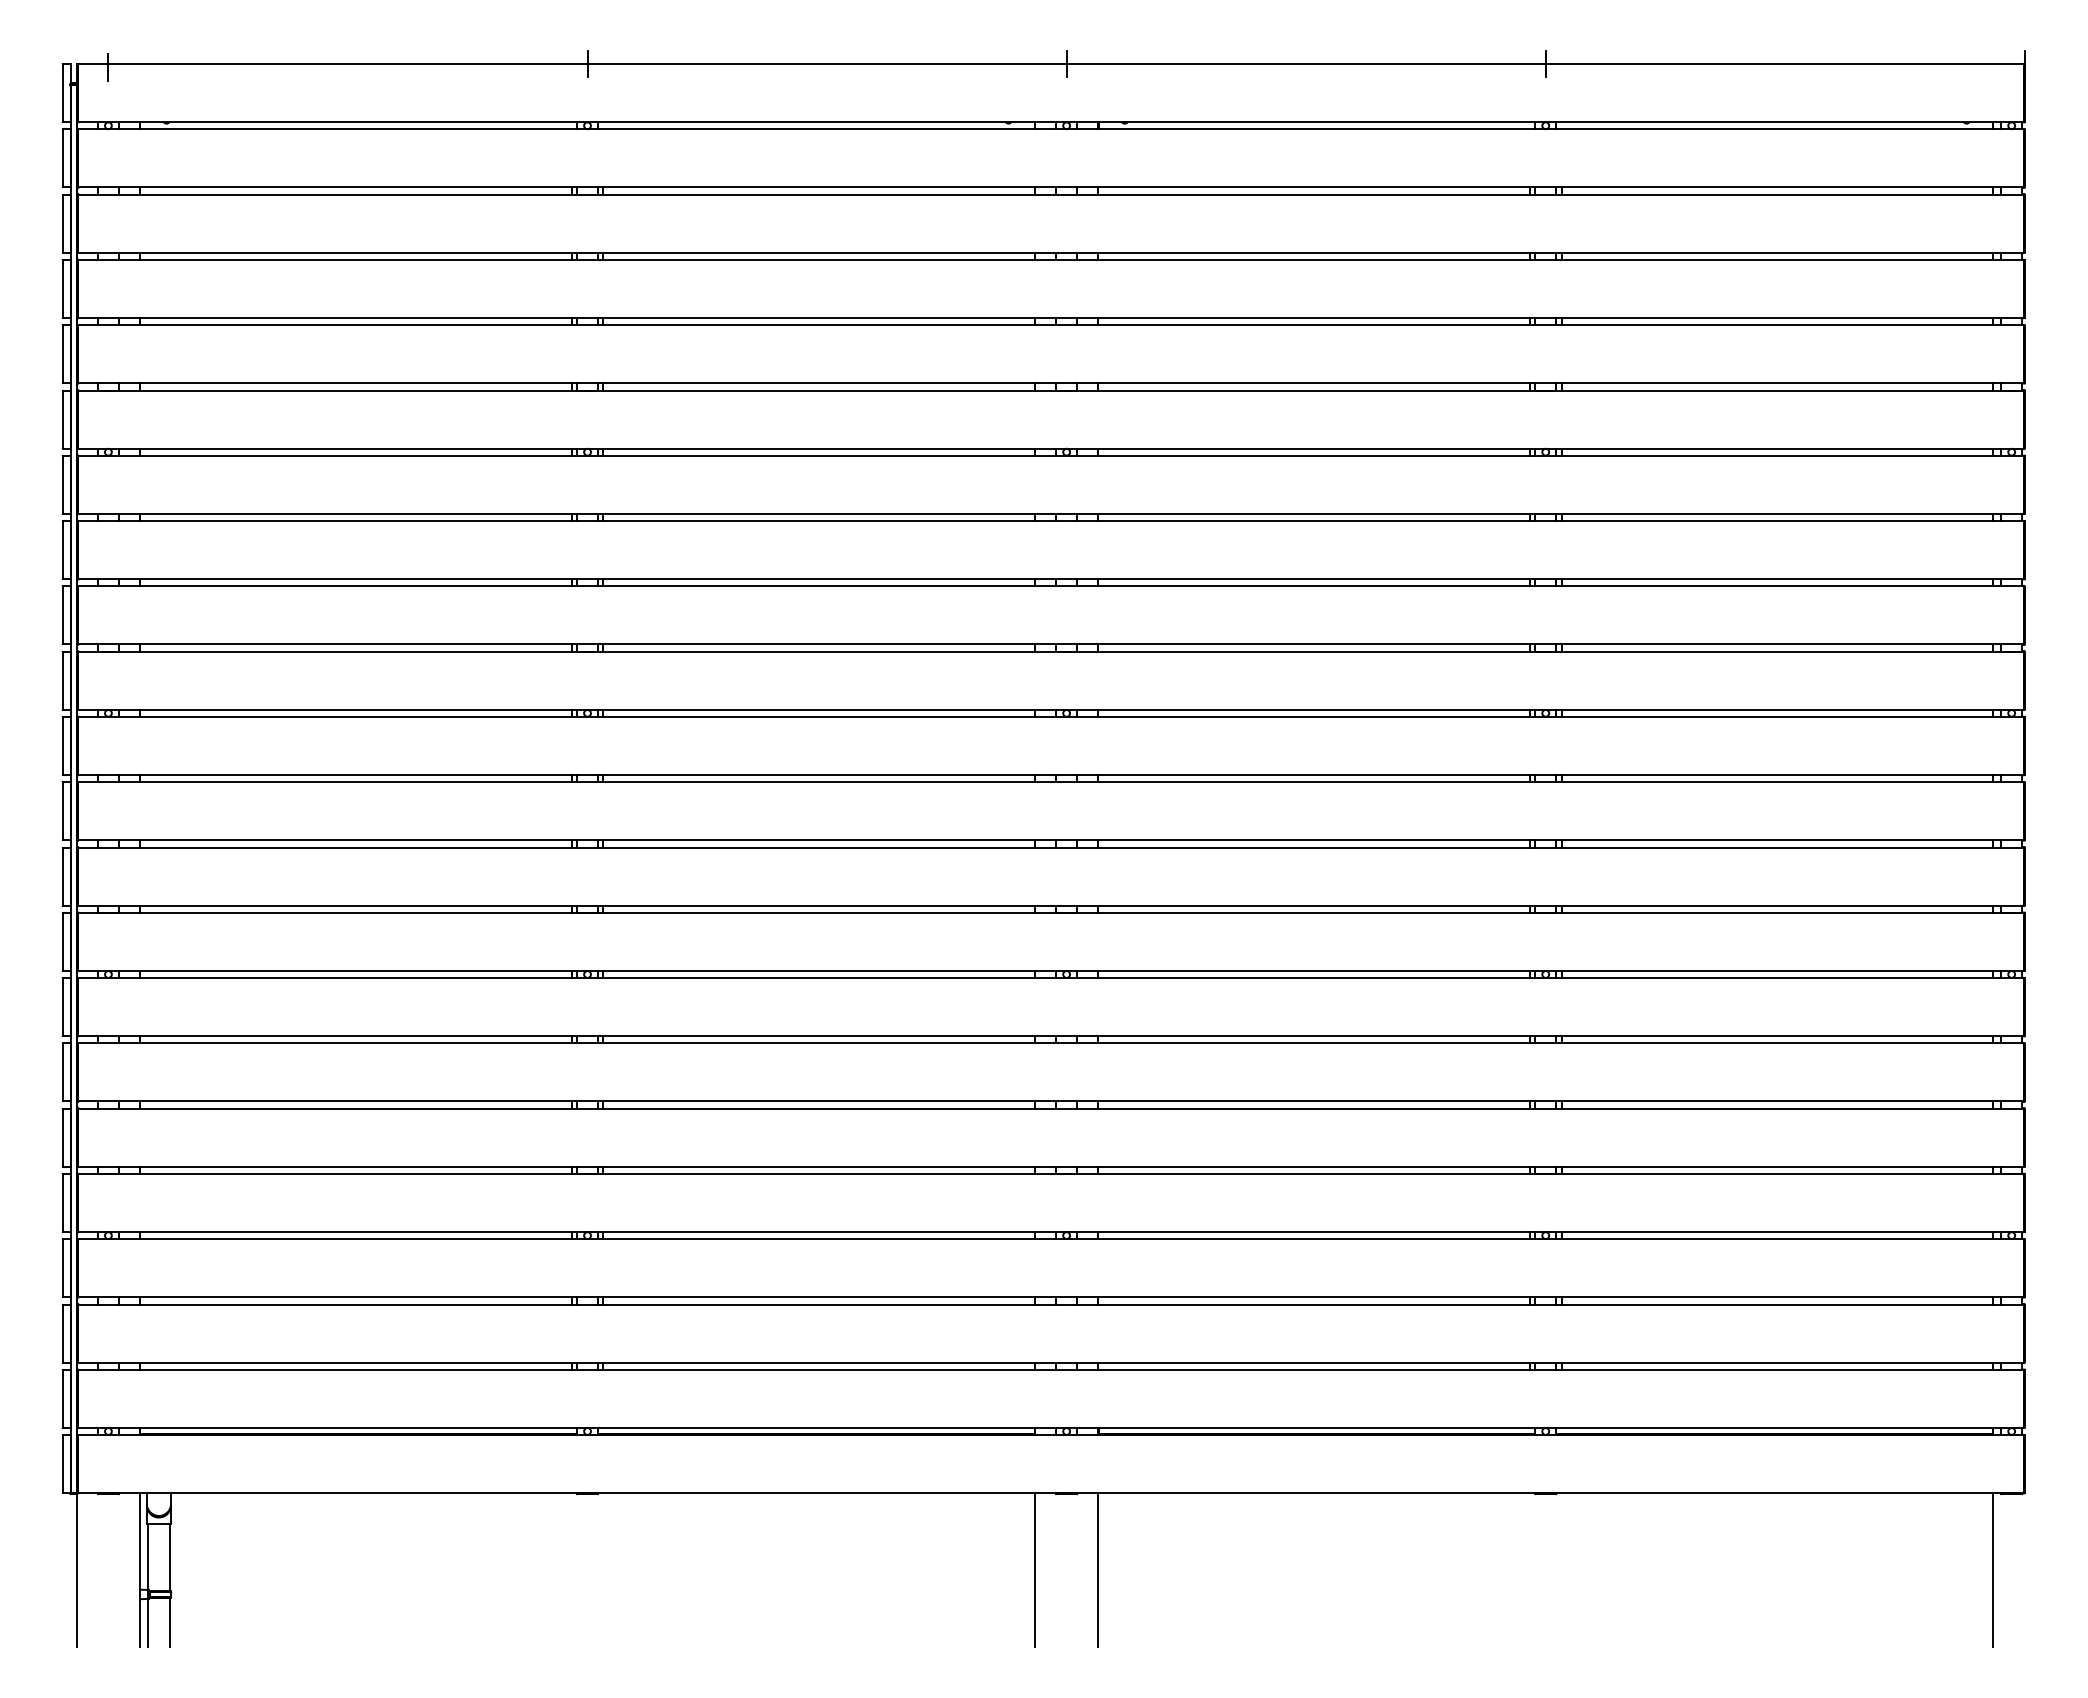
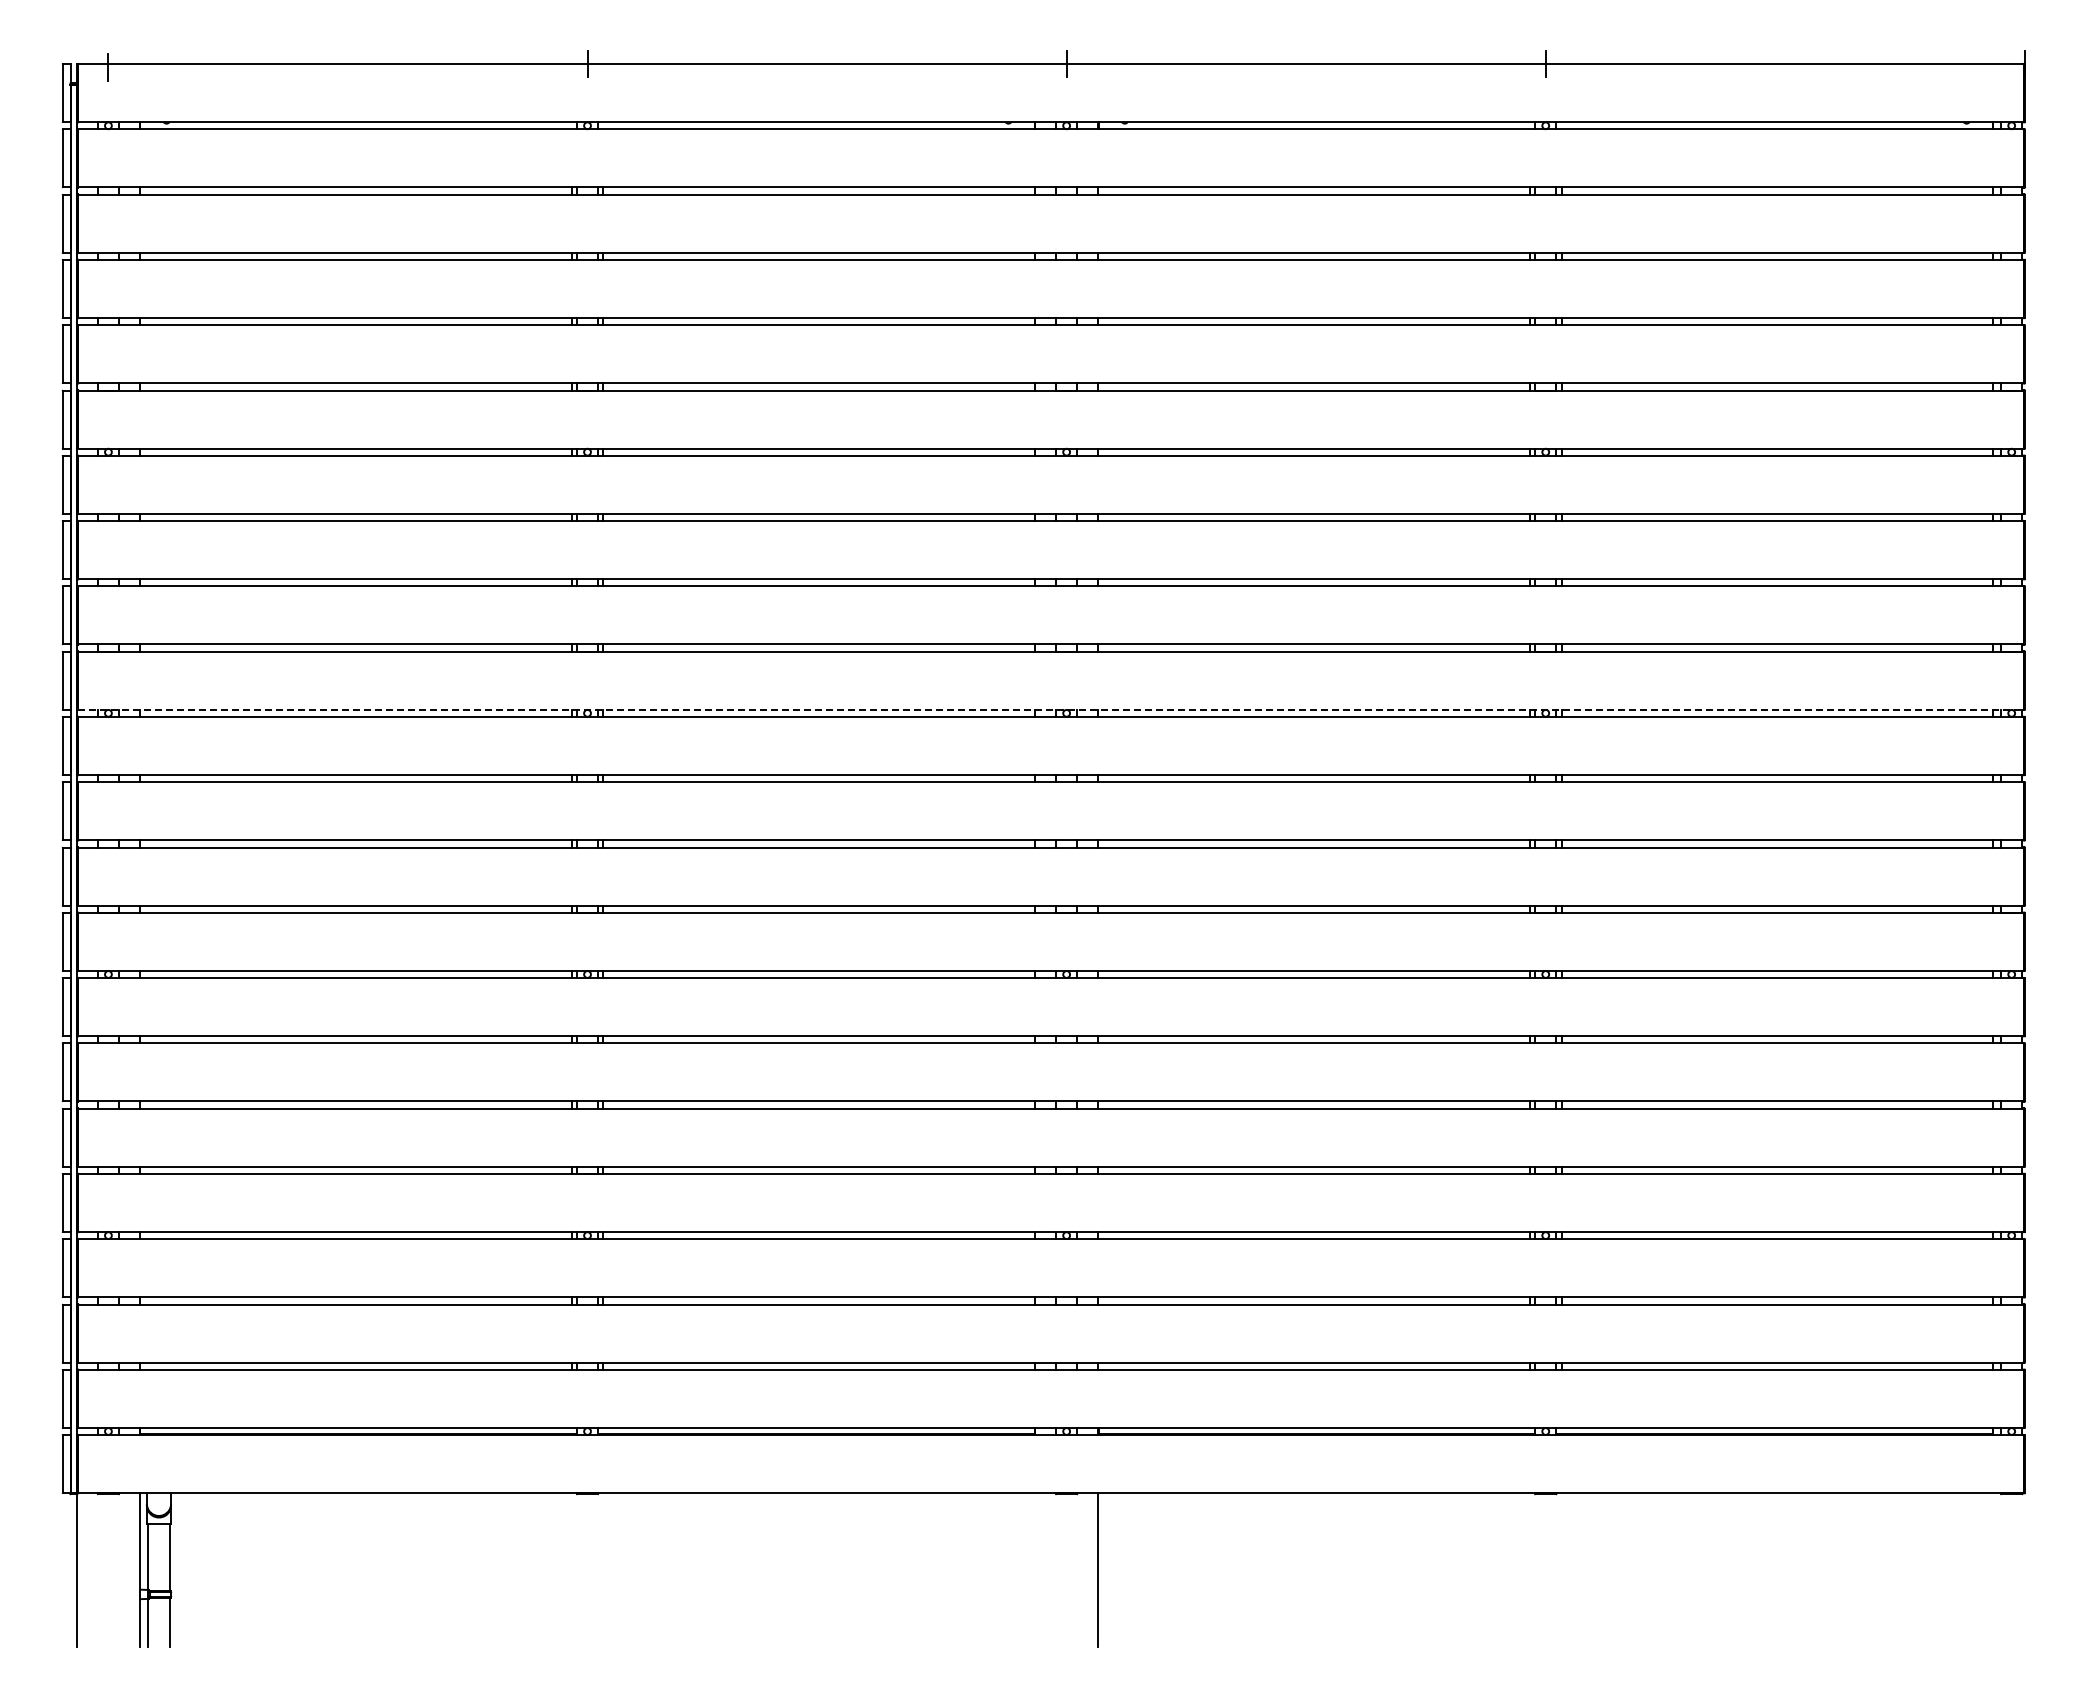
line at (1050, 709): solid -> dashed
line at (1035, 1570): present -> none
line at (1993, 1570): present -> none
